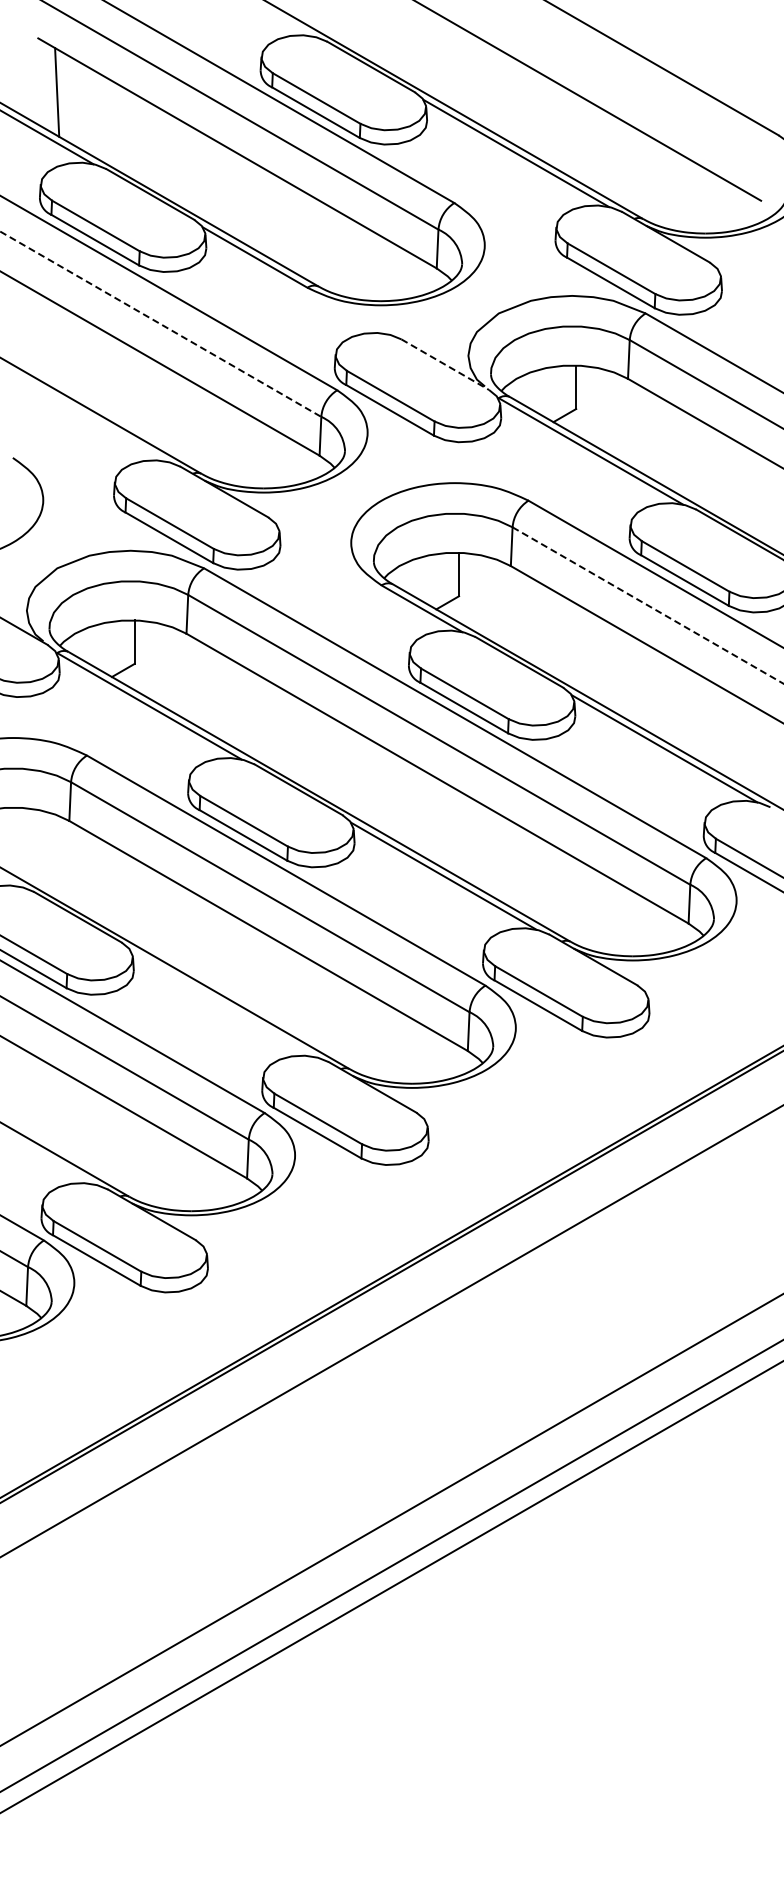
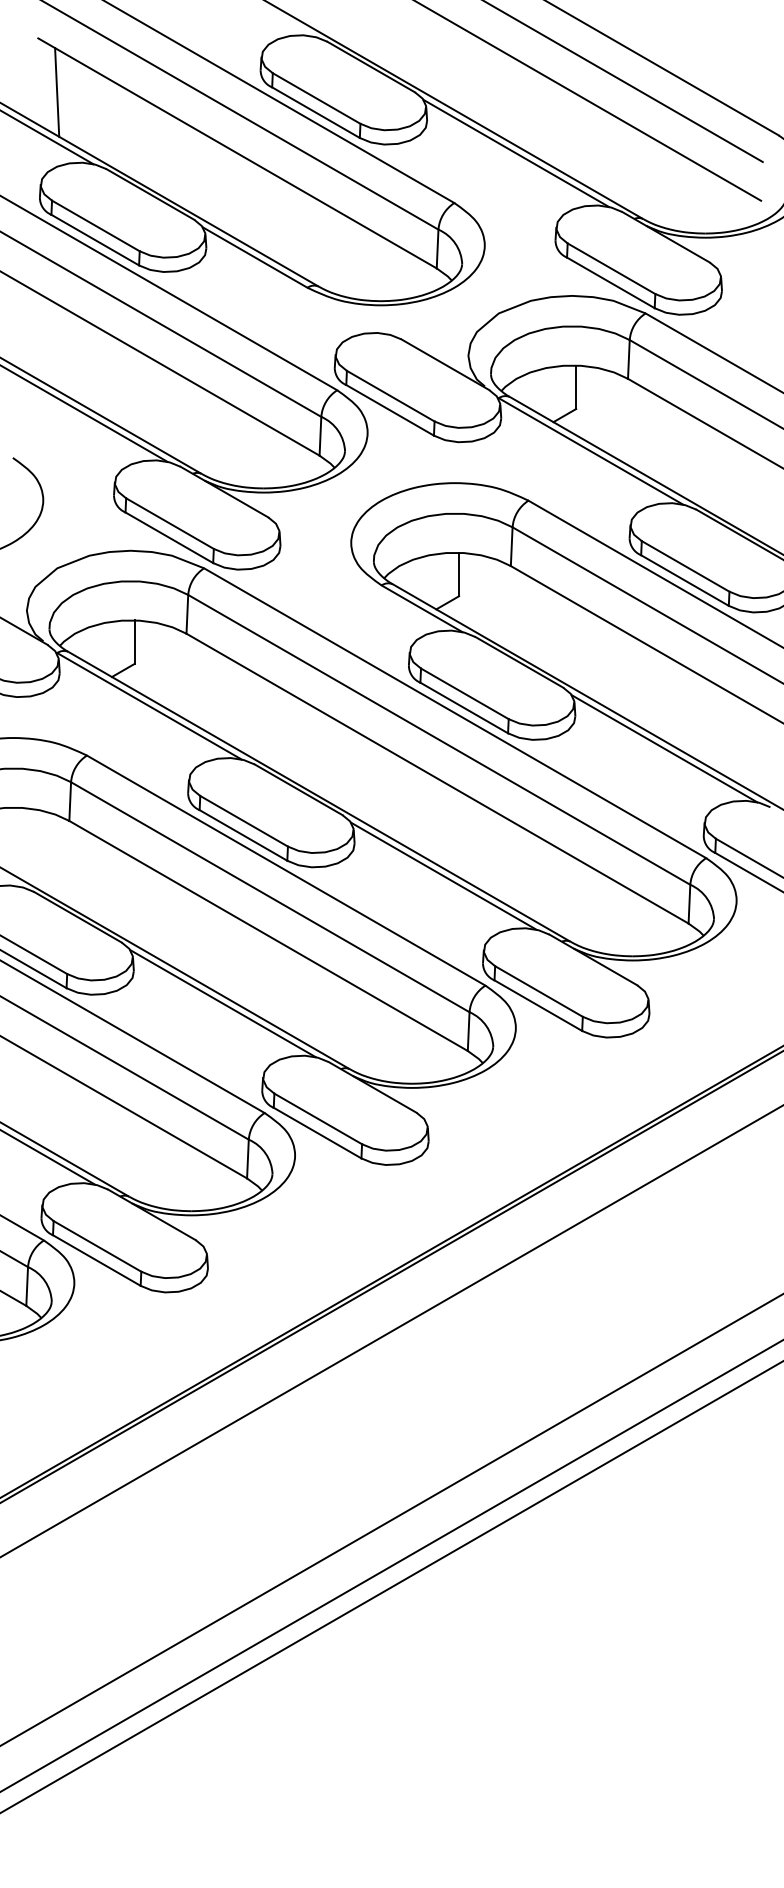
line at (624, 82): none -> present
line at (161, 324): dashed -> solid
line at (445, 364): dashed -> solid
line at (84, 413): none -> present
line at (648, 605): dashed -> solid
line at (222, 1003): none -> present
line at (48, 1157): none -> present
